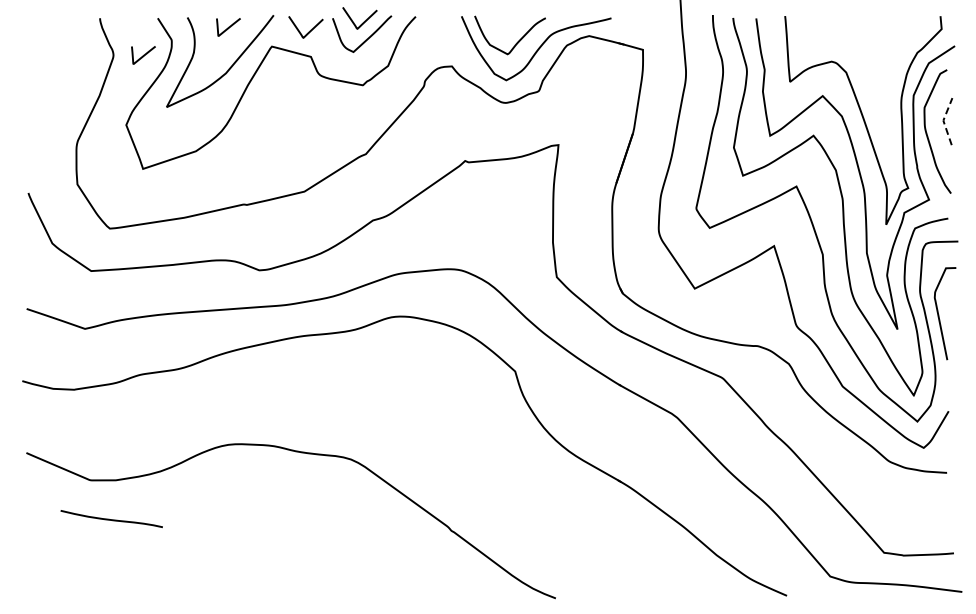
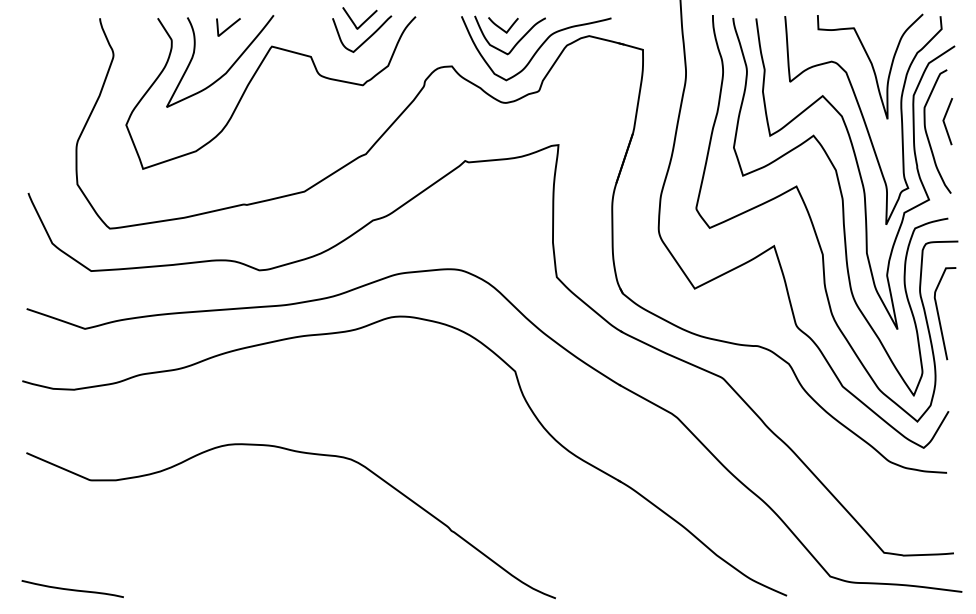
curve at (501, 27): none -> present
curve at (309, 30): present -> none
curve at (143, 55): present -> none
curve at (871, 66): none -> present
line at (943, 120): dashed -> solid
curve at (111, 519) position: (111, 519) -> (72, 589)
